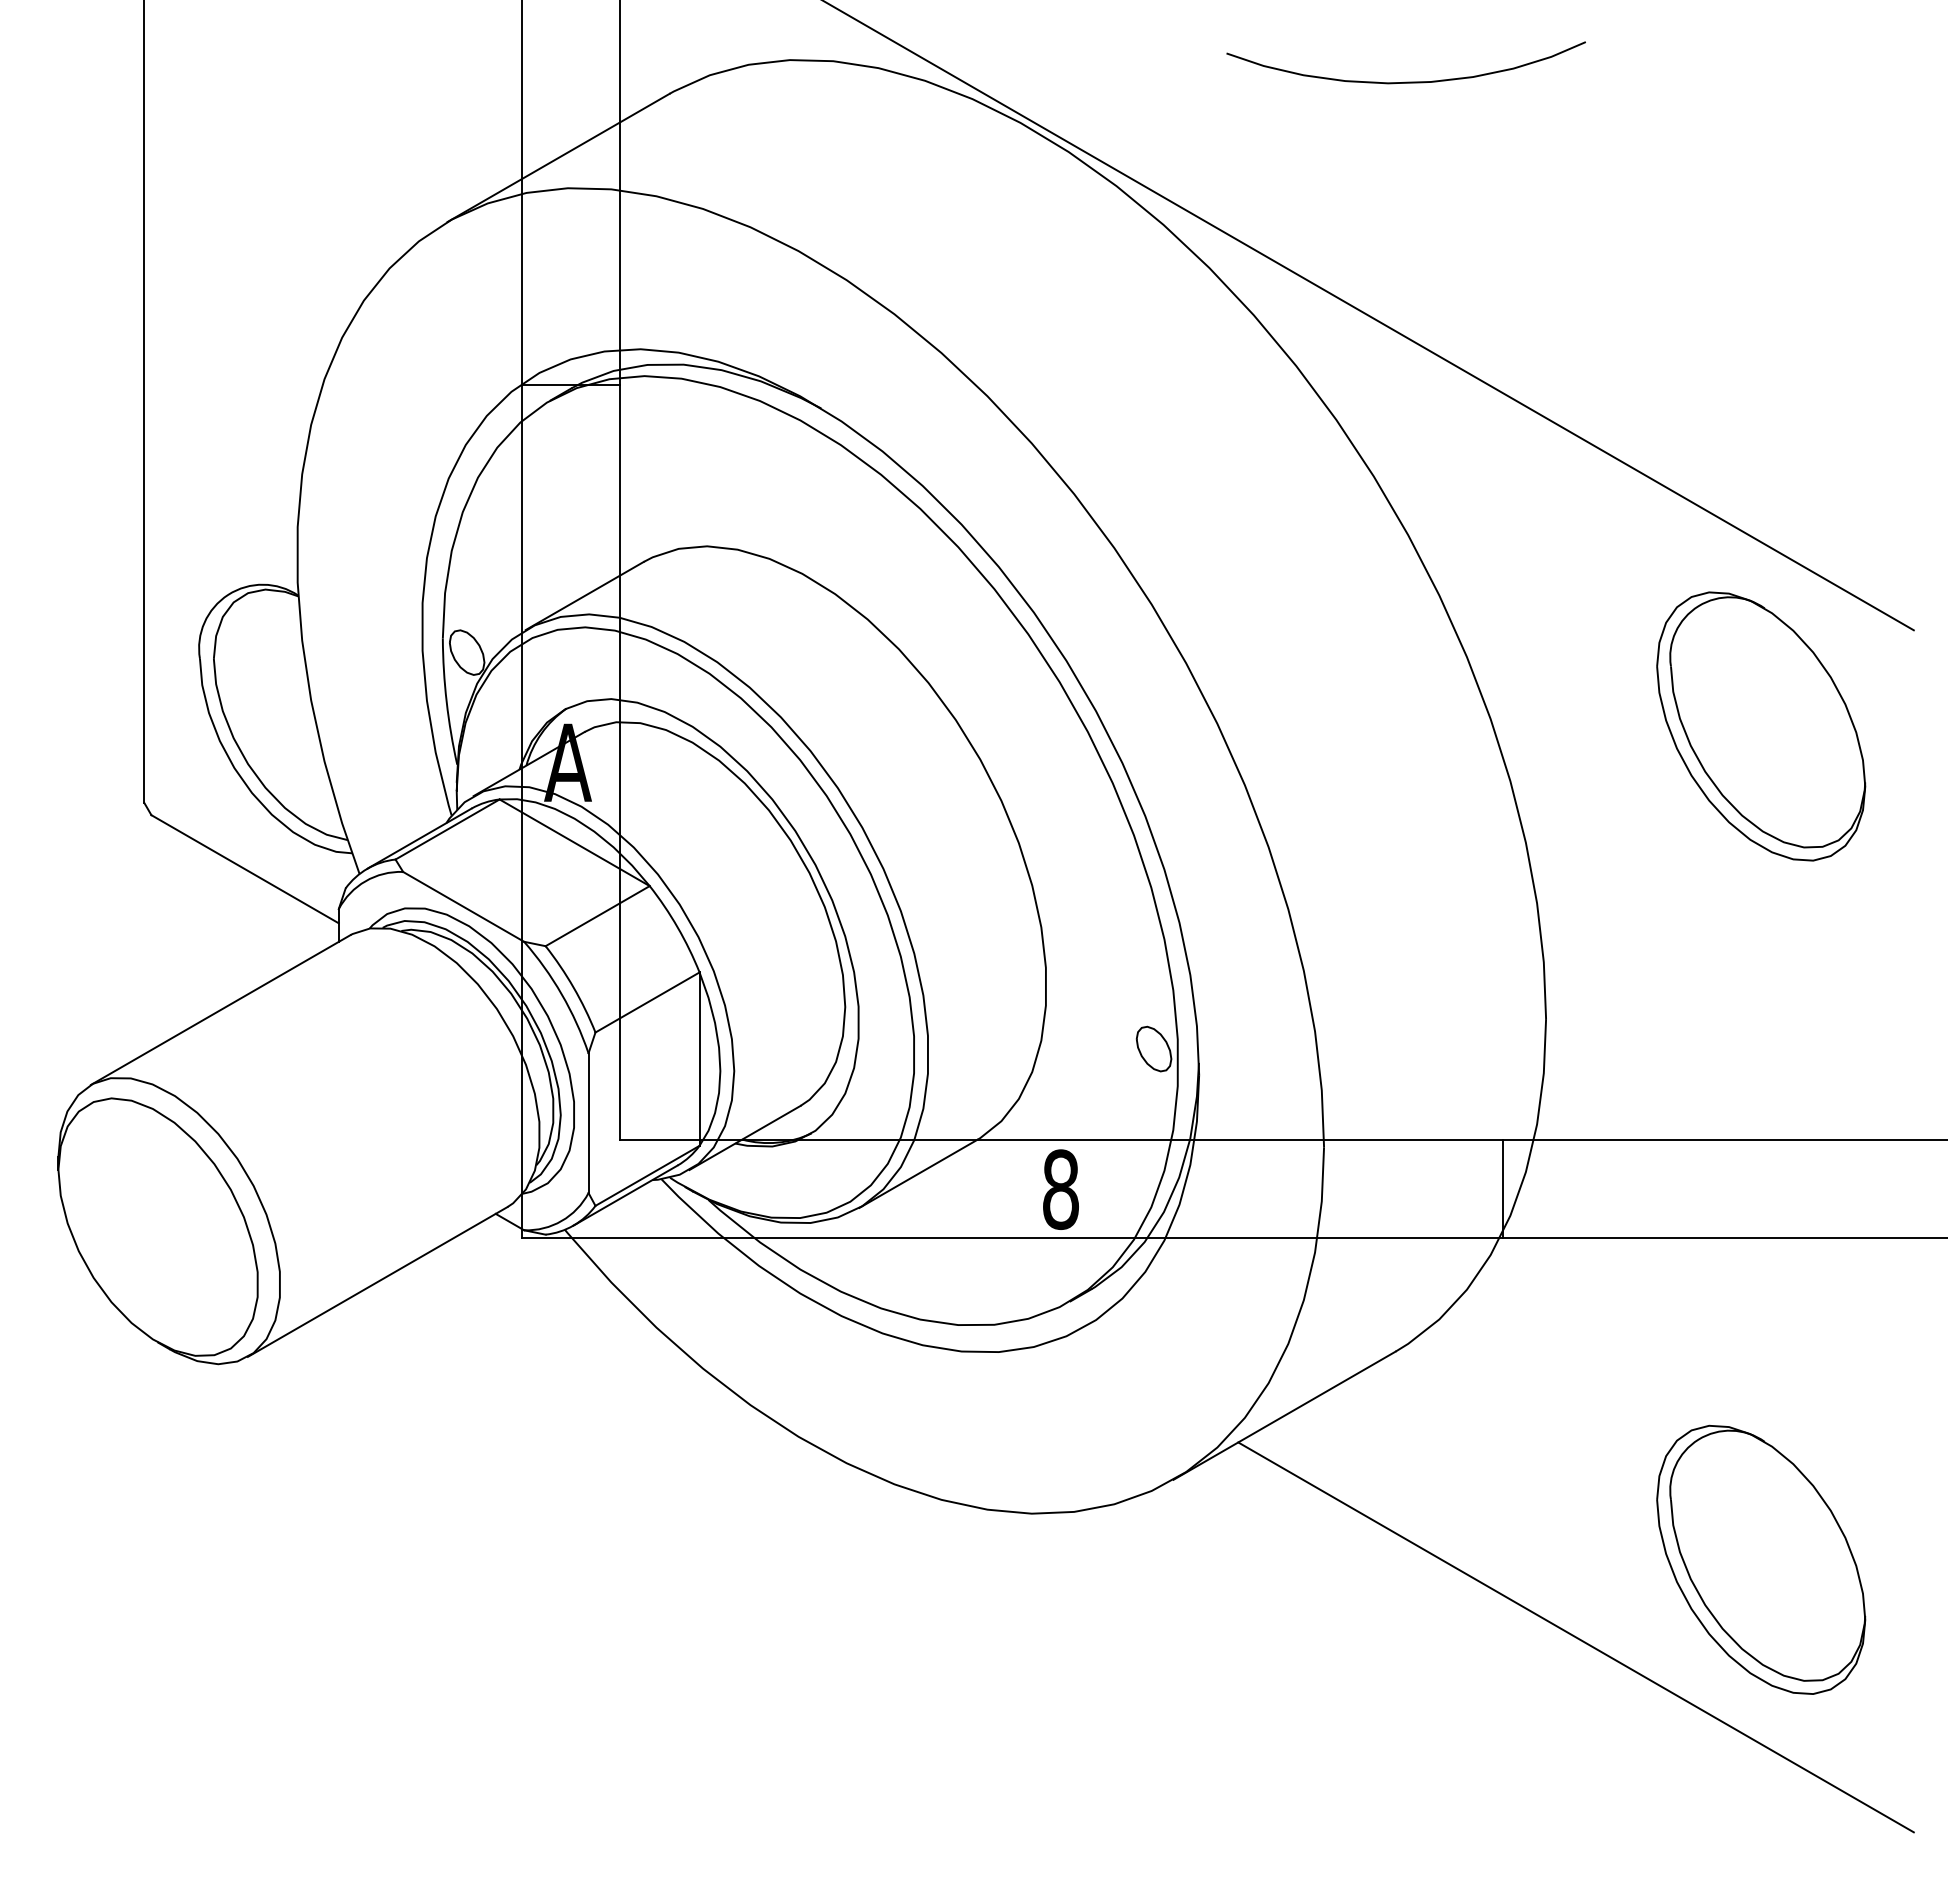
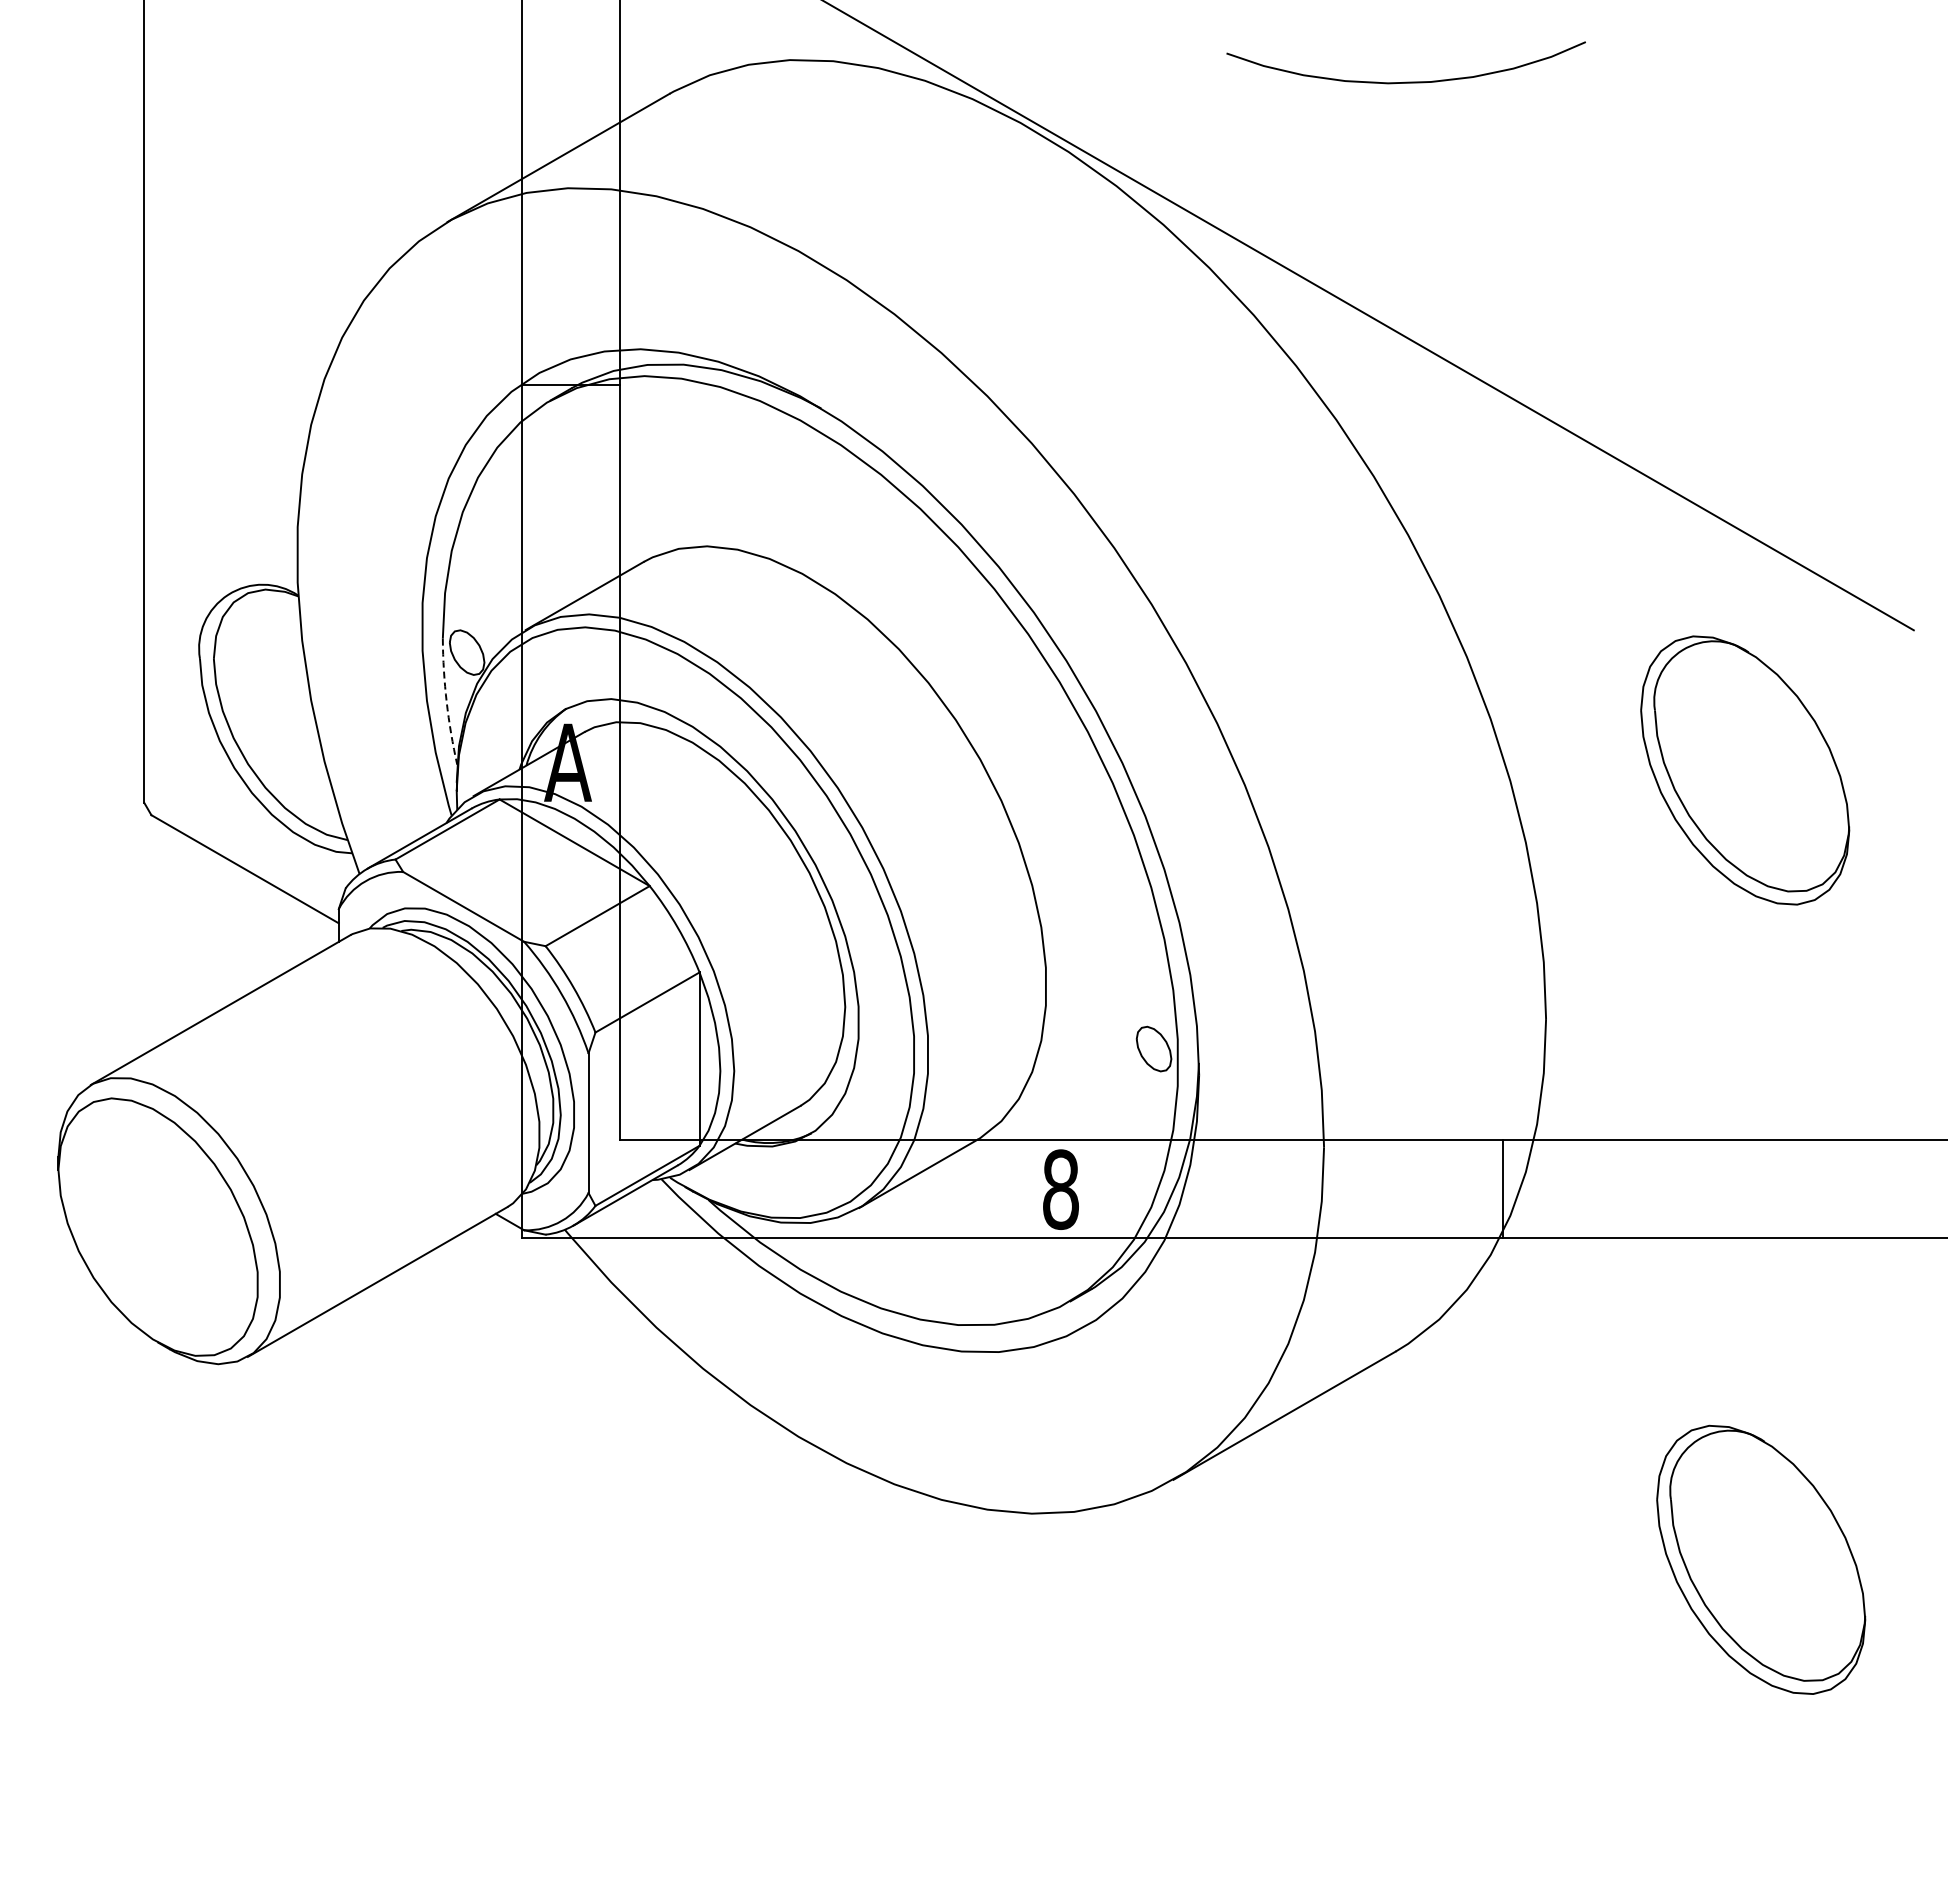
arc at (446, 702): solid -> dashed
part at (1761, 726) position: (1761, 726) -> (1745, 770)
line at (1575, 1637): present -> none
